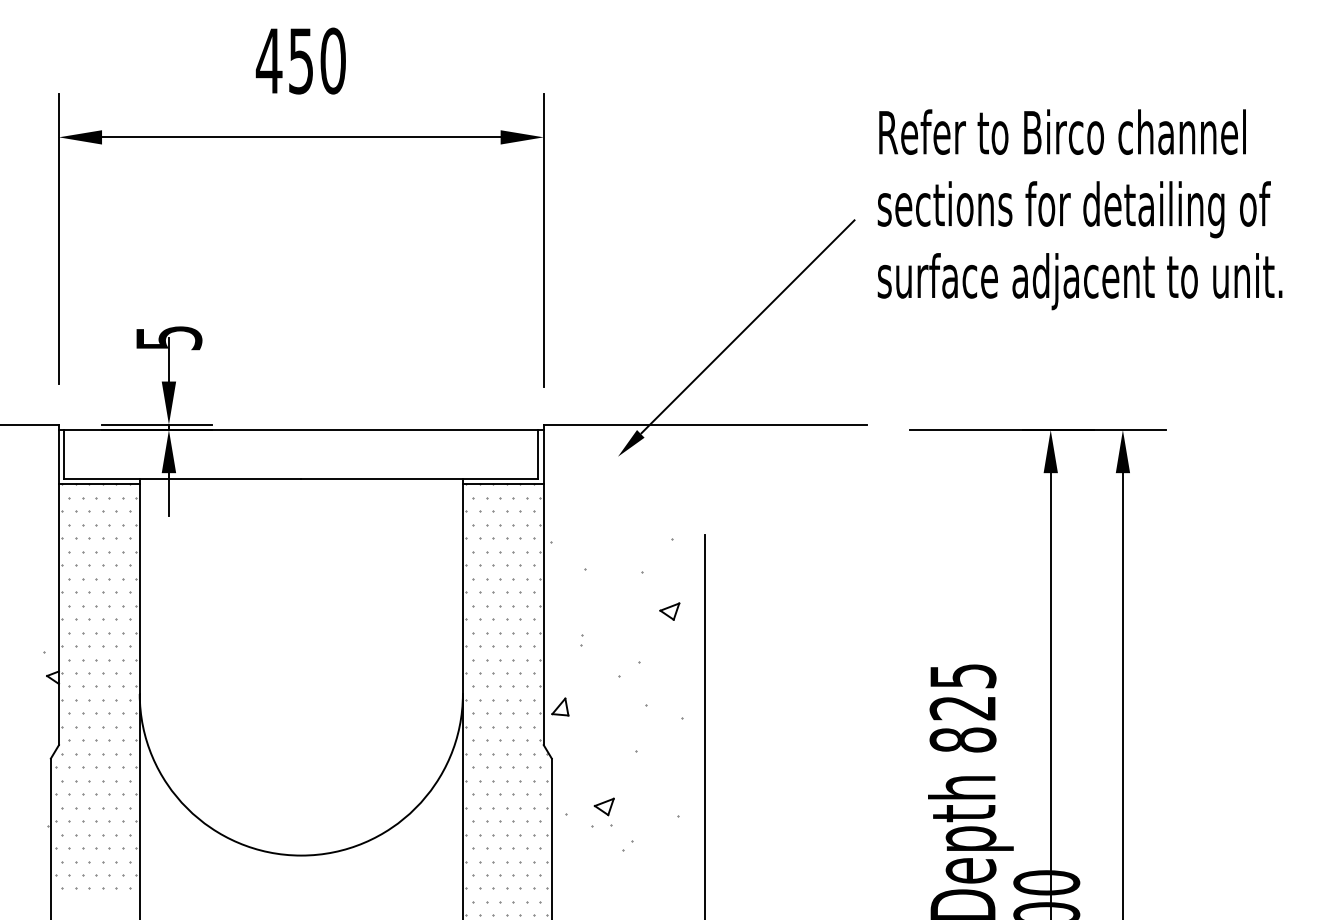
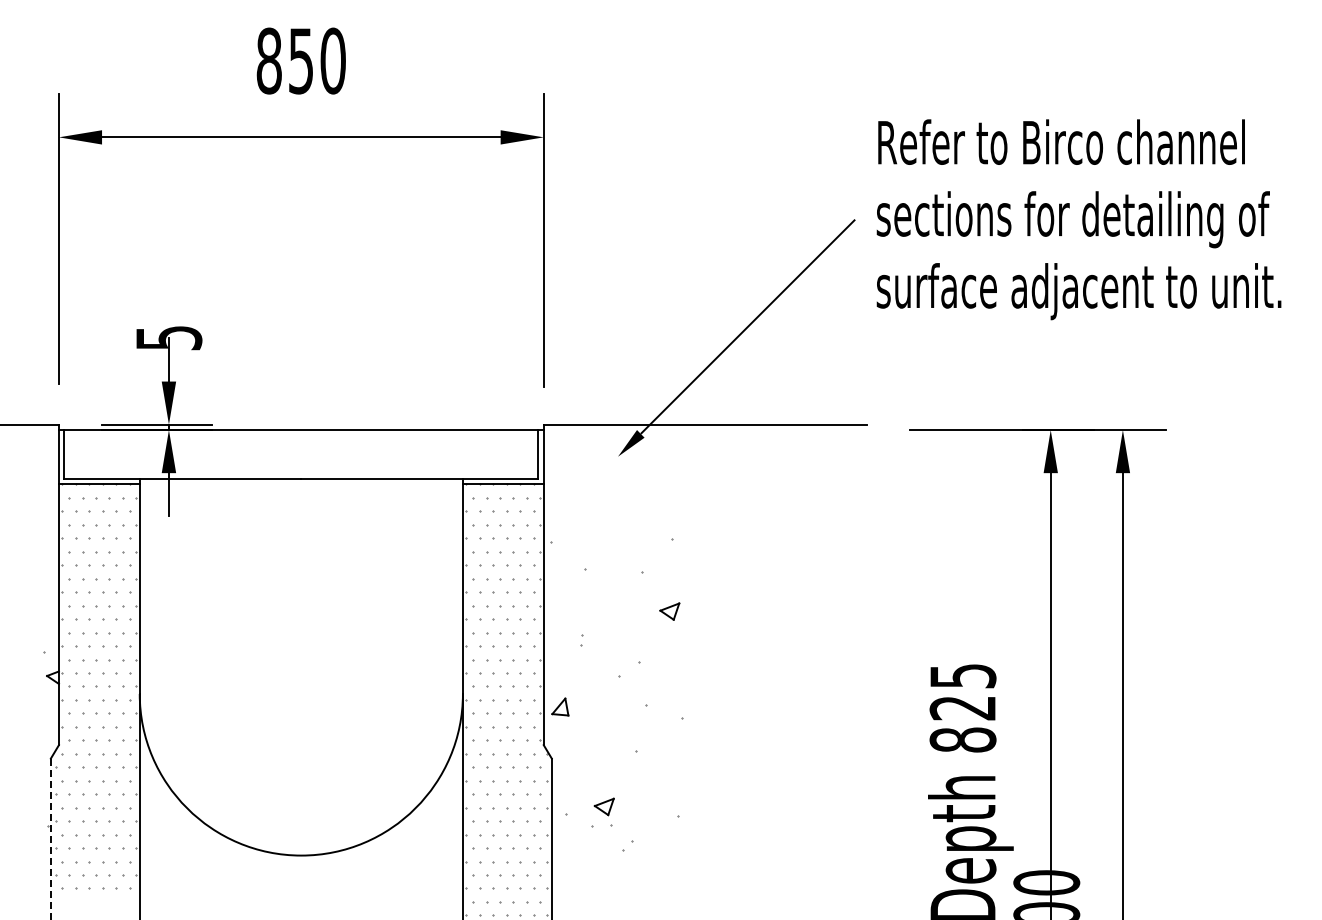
text at (268, 60): 450 -> 850
text at (1079, 209) position: (1079, 209) -> (1078, 219)
line at (705, 725): present -> none
line at (50, 839): solid -> dashed
